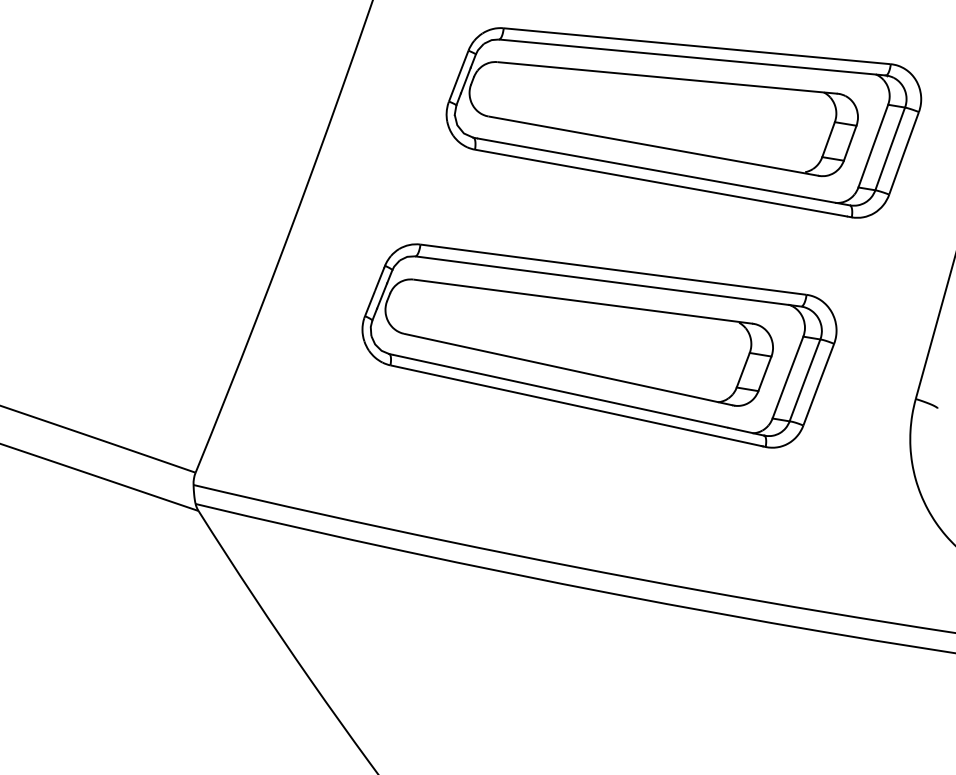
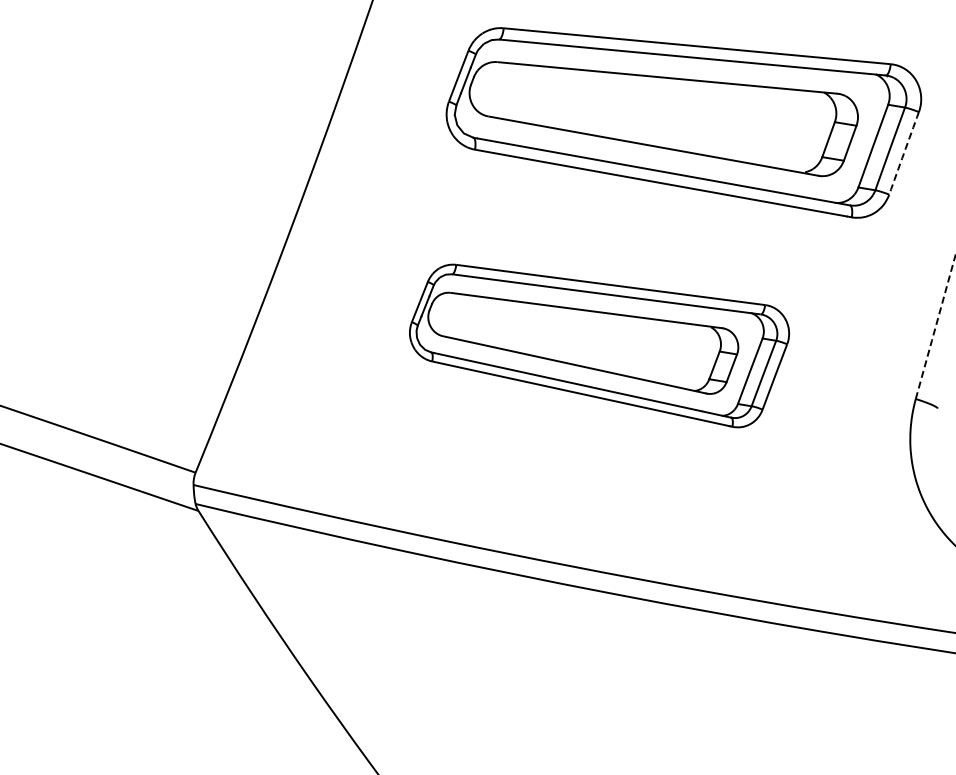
arc at (904, 153): solid -> dashed
arc at (935, 325): solid -> dashed
part at (599, 345) size: 477x206 px -> 381x166 px
